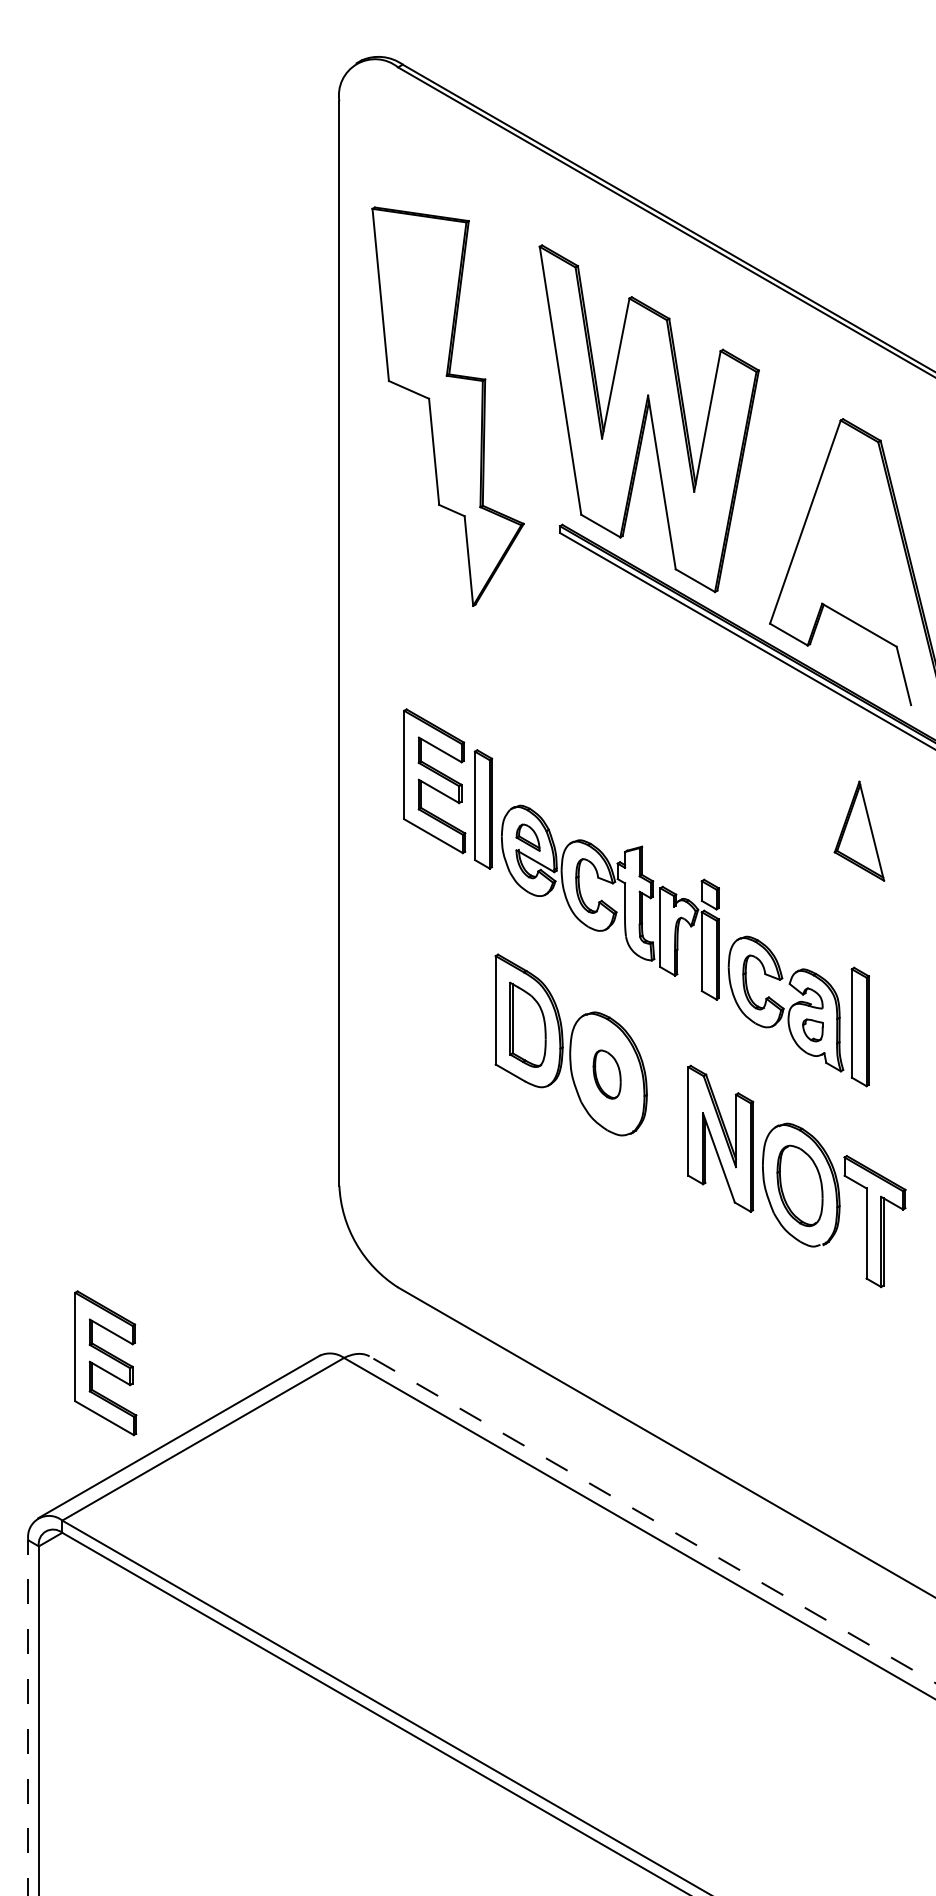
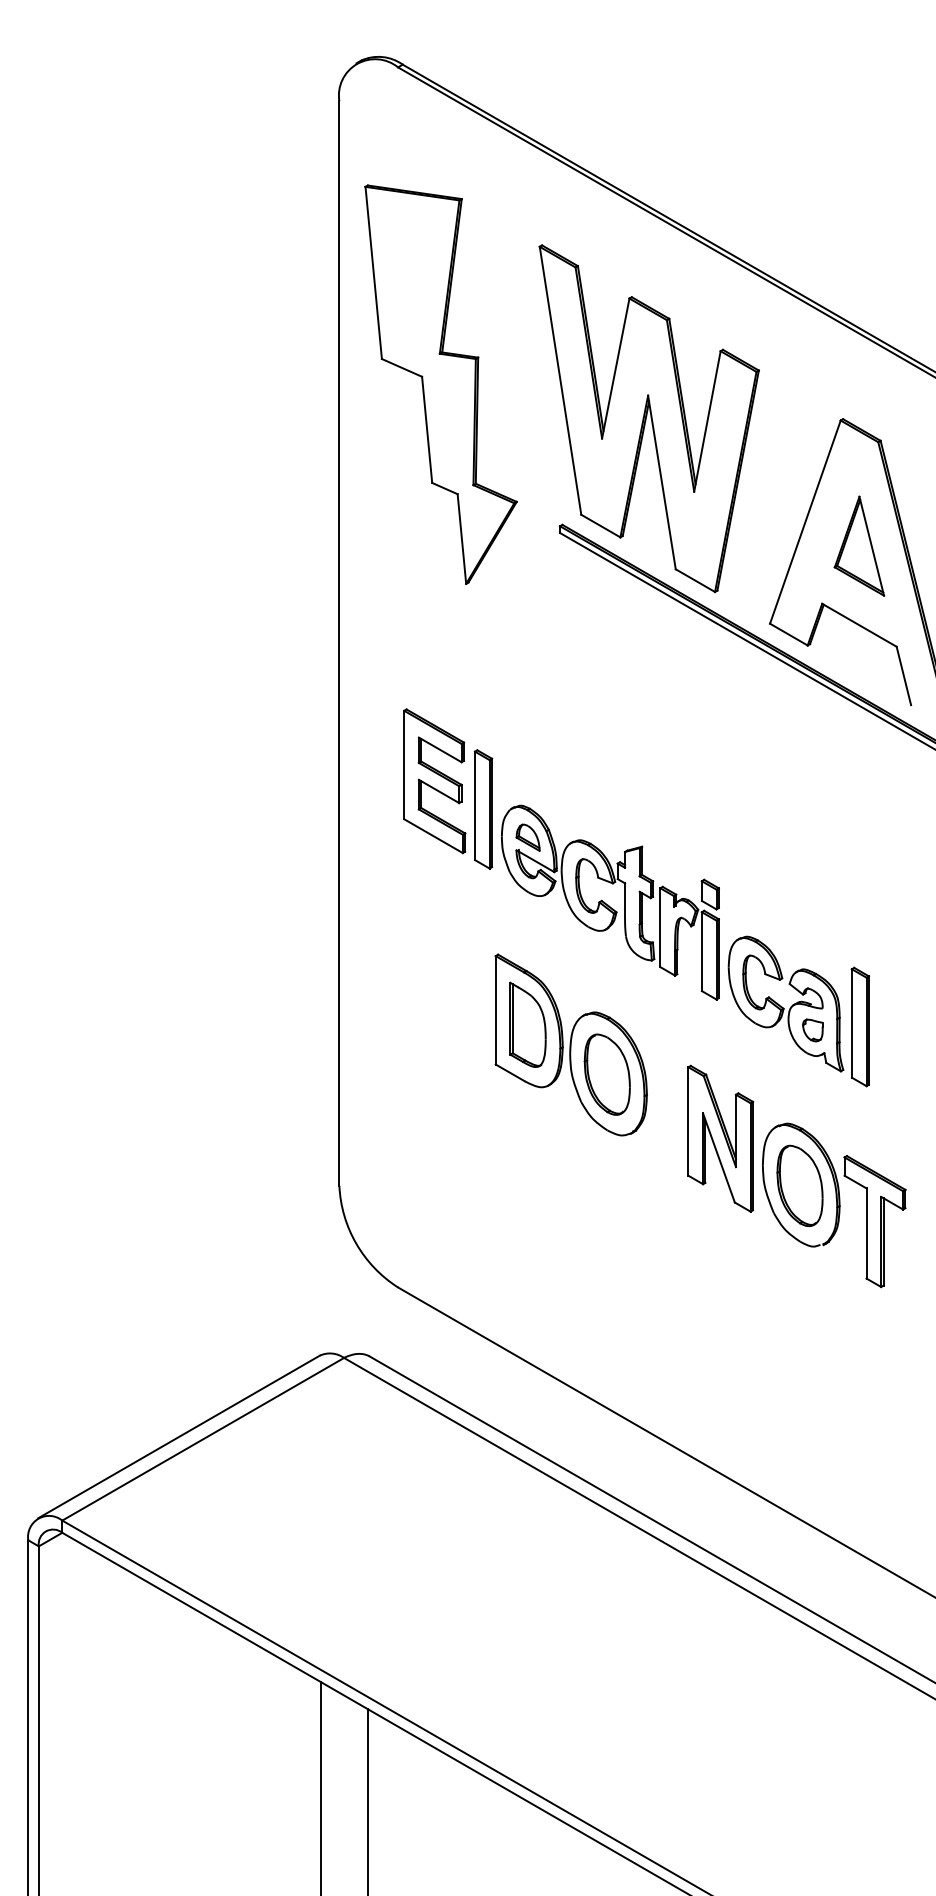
part at (447, 406) position: (447, 406) -> (440, 384)
part at (859, 830) position: (859, 830) -> (859, 545)
part at (606, 1074) size: 30x51 px -> 48x83 px
part at (105, 1363): present -> none
line at (651, 1519): dashed -> solid
line at (28, 1717): dashed -> solid
line at (320, 1786): none -> present
line at (367, 1800): none -> present
